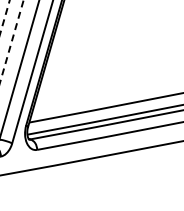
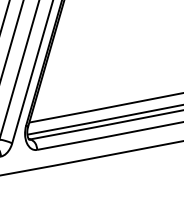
line at (4, 17): dashed -> solid
line at (11, 41): dashed -> solid
